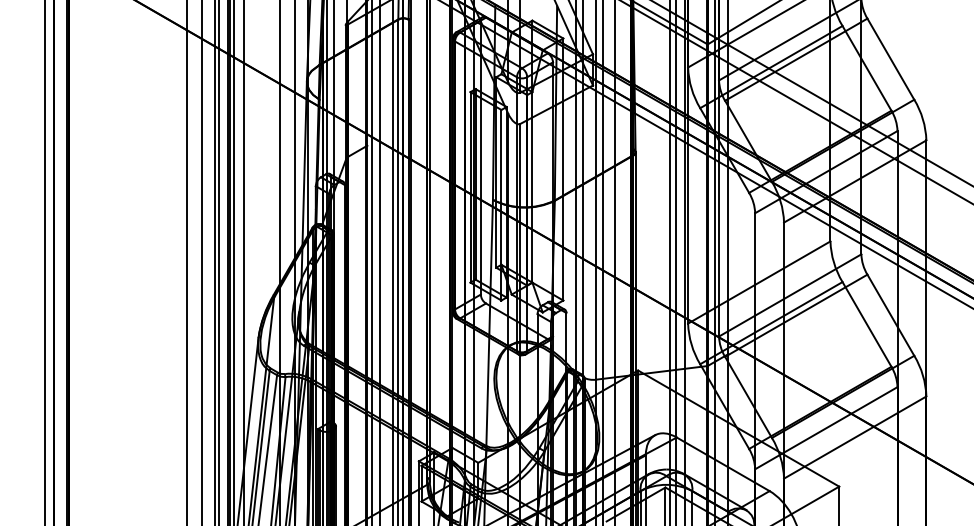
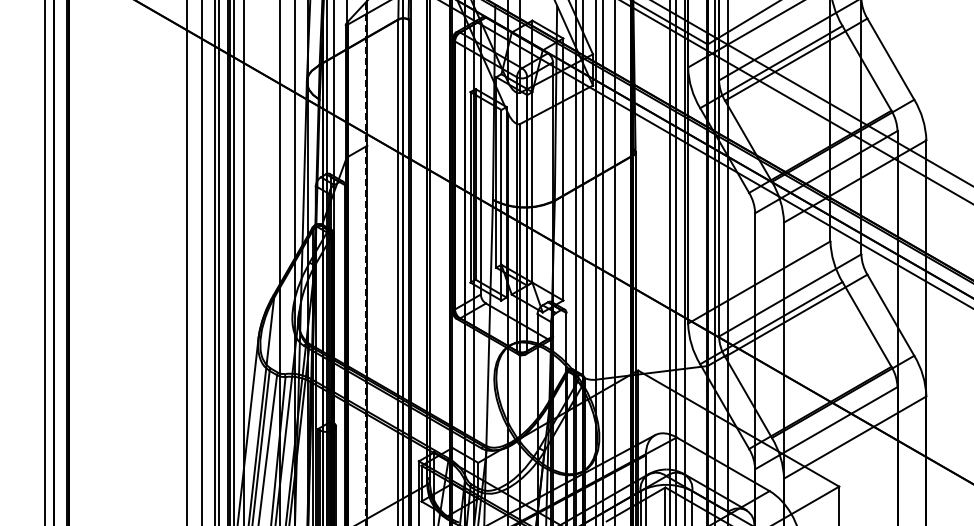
line at (372, 262): present -> none
line at (380, 262): present -> none
line at (392, 262): present -> none
line at (365, 263): solid -> dashed
